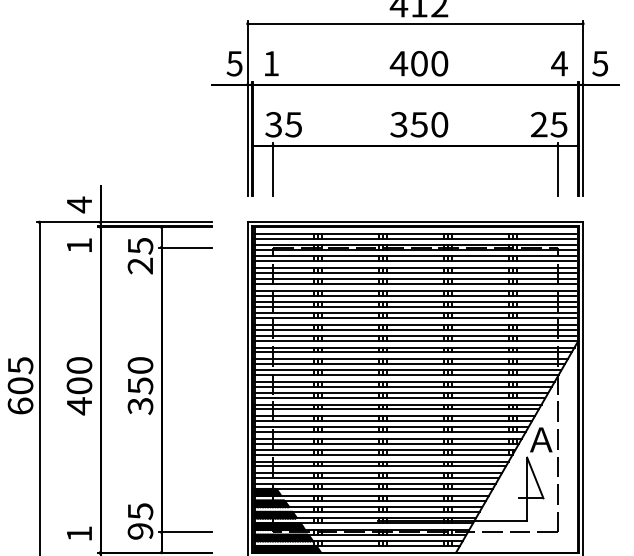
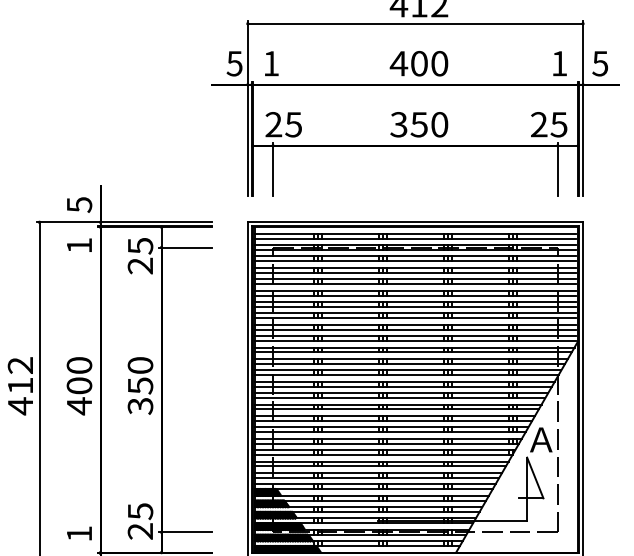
text at (559, 63): 4 -> 1
text at (273, 124): 35 -> 25
text at (79, 204): 4 -> 5
text at (20, 386): 605 -> 412
text at (140, 531): 95 -> 25
